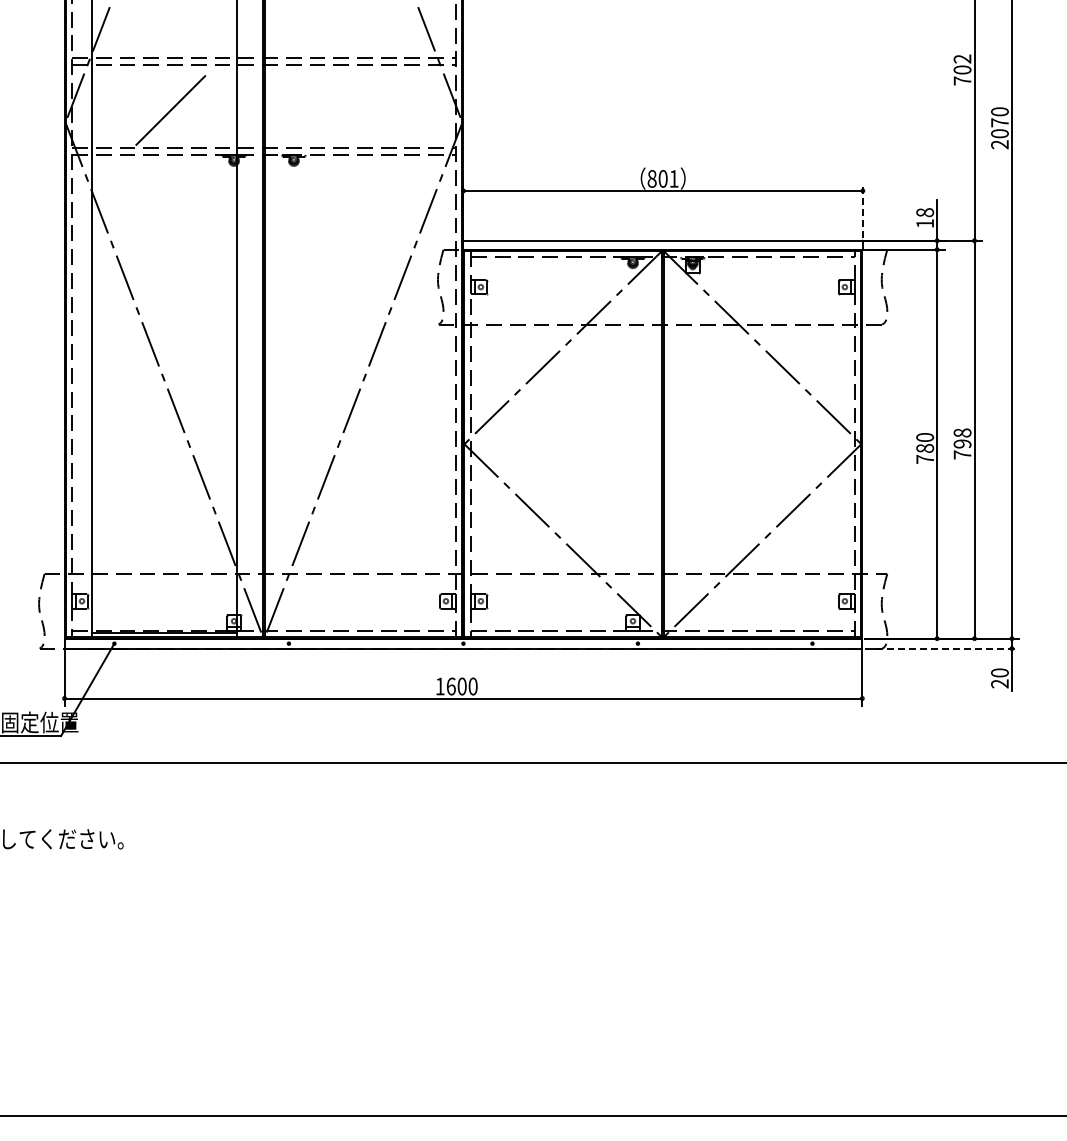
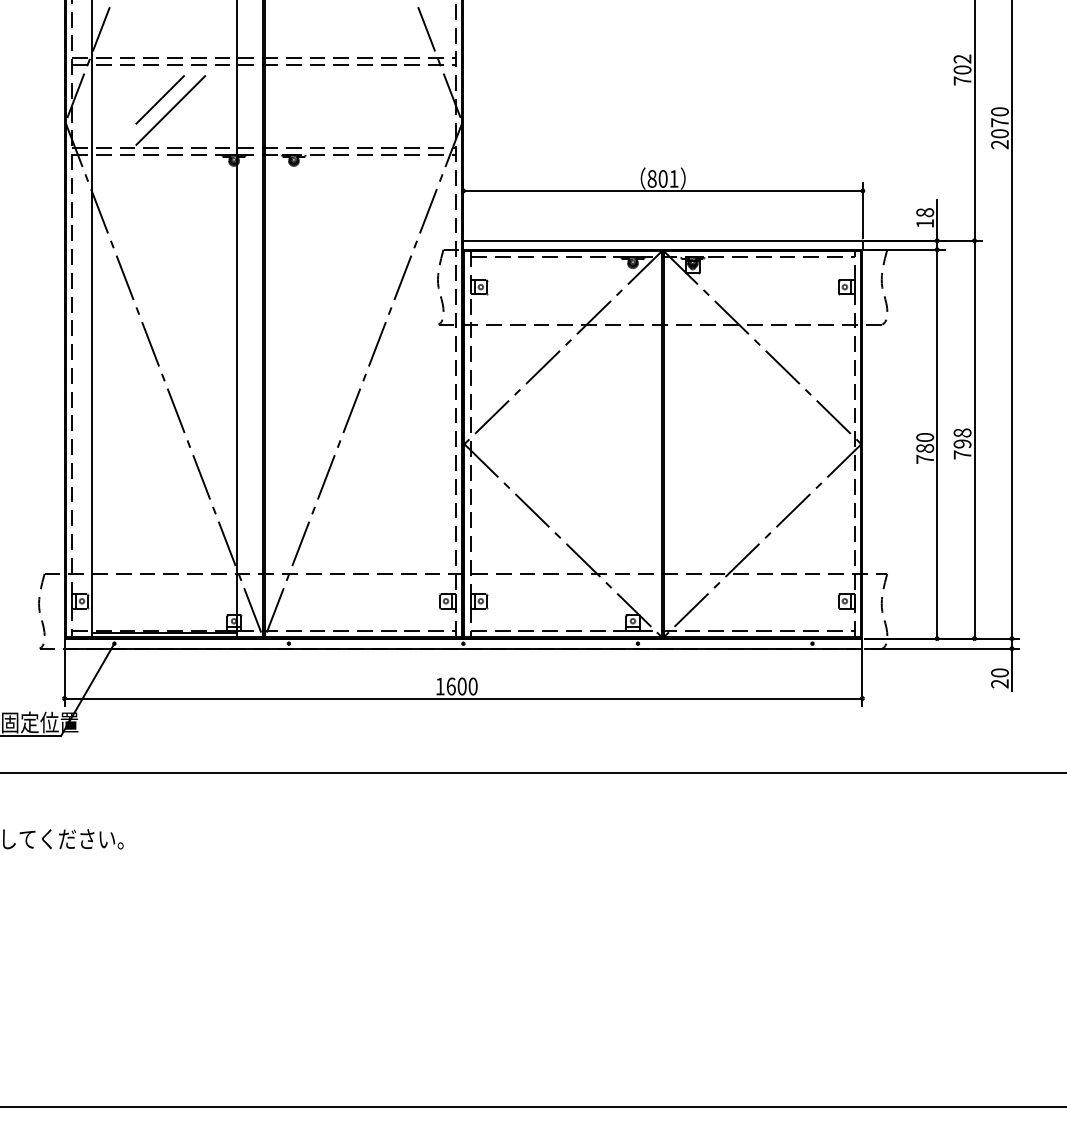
line at (159, 99): none -> present
line at (862, 210): dashed -> solid
line at (942, 648): dashed -> solid
line at (532, 763) position: (532, 763) -> (532, 773)
line at (532, 1115) position: (532, 1115) -> (532, 1106)
